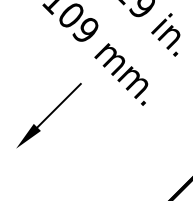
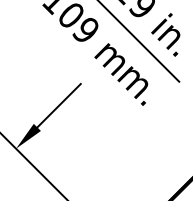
line at (139, 41): none -> present
line at (33, 166): none -> present
